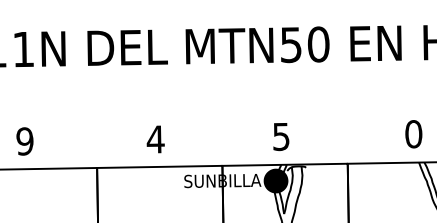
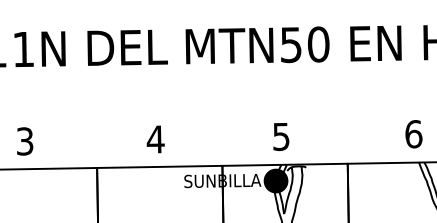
text at (413, 134): 0 -> 6
text at (24, 141): 9 -> 3
